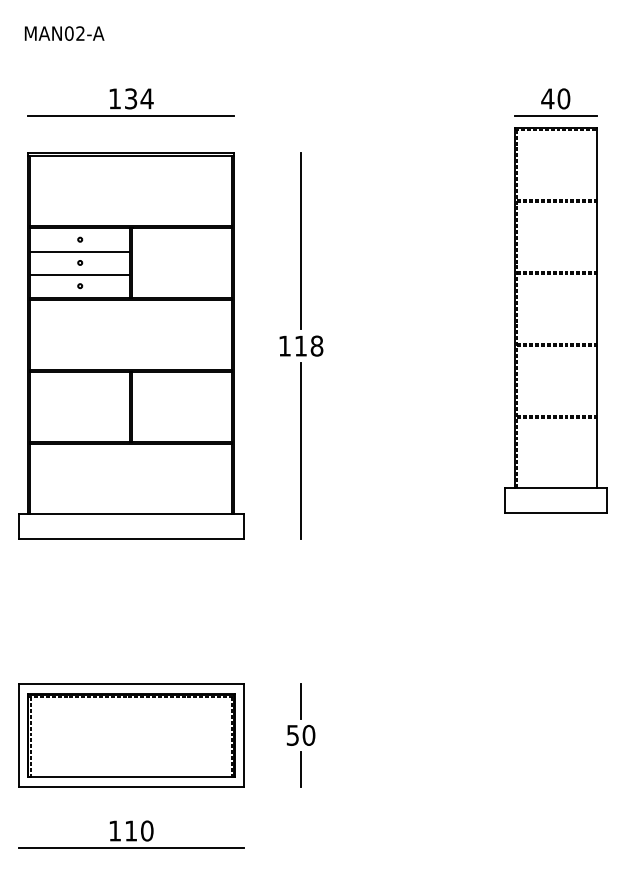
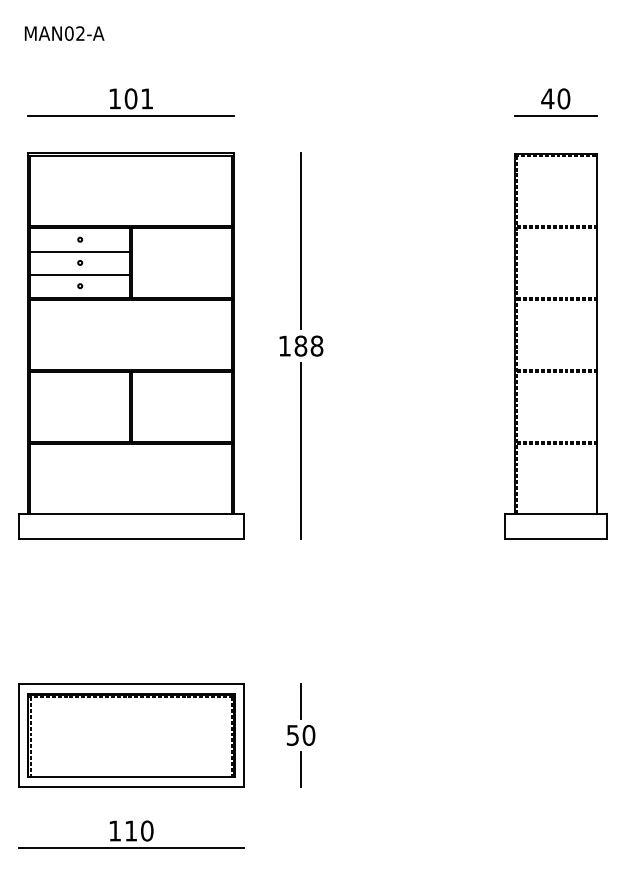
text at (138, 98): 134 -> 101
part at (555, 320) position: (555, 320) -> (555, 346)
text at (300, 345): 118 -> 188
